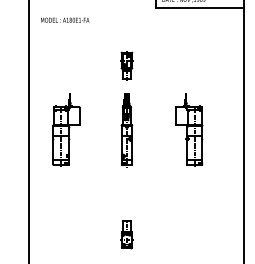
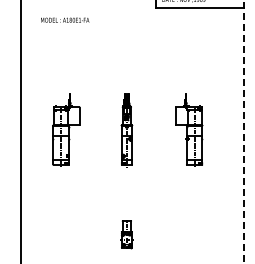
part at (126, 65): present -> none
line at (29, 131) position: (29, 131) -> (21, 131)
line at (244, 132): solid -> dashed
